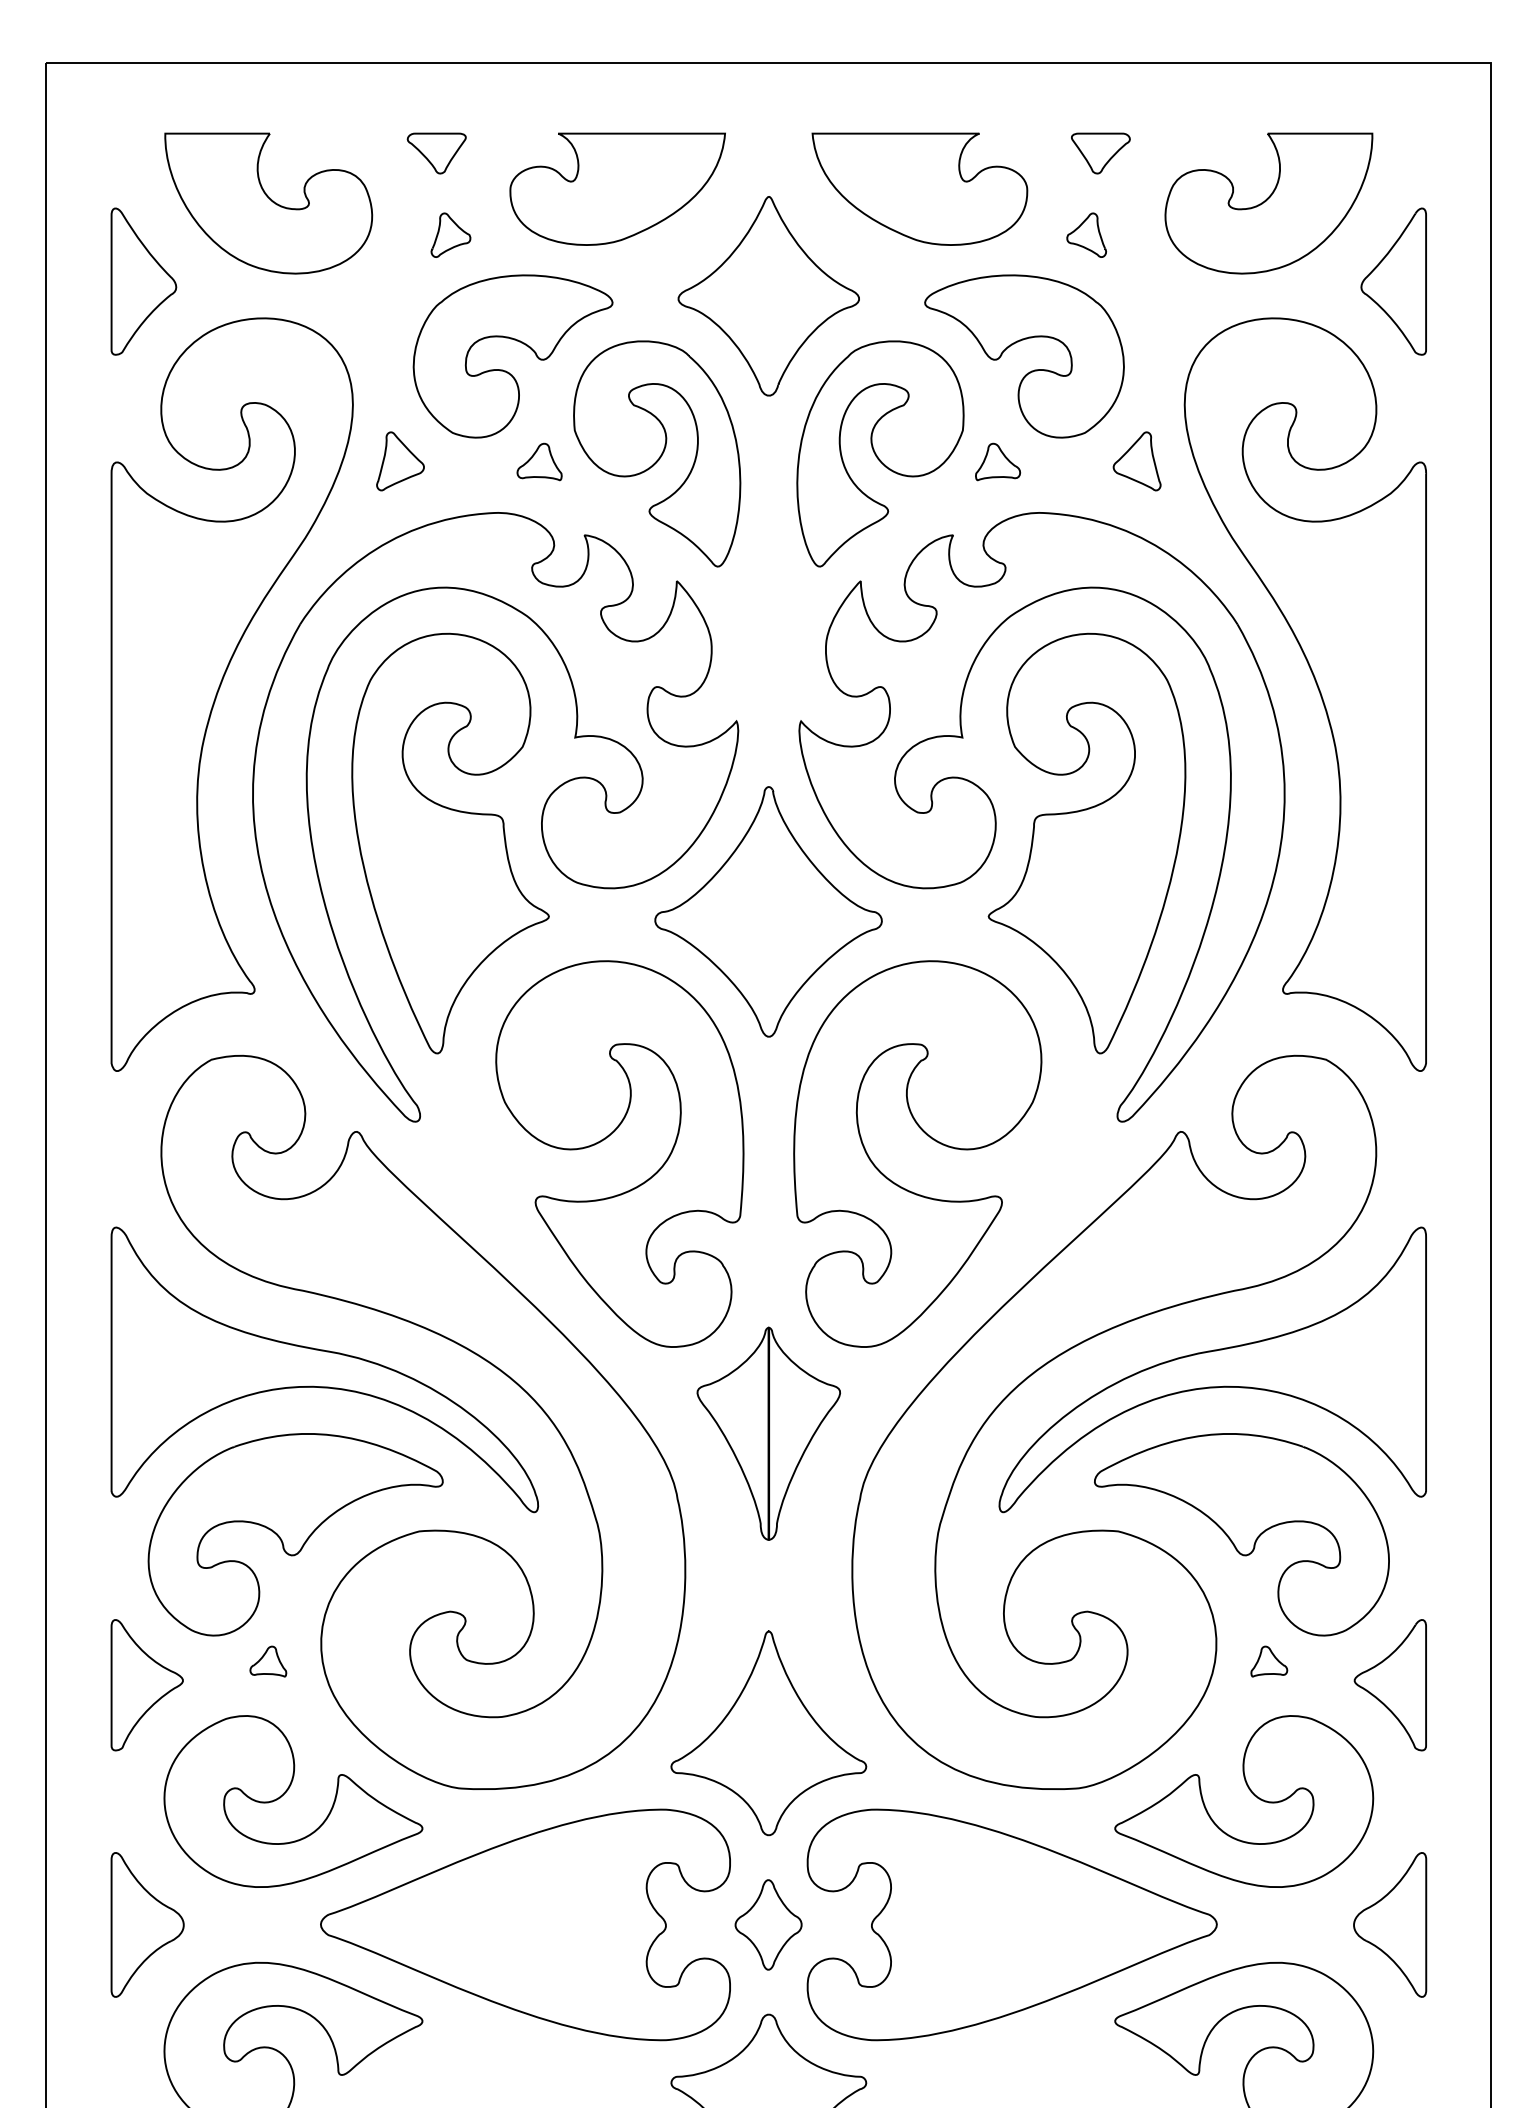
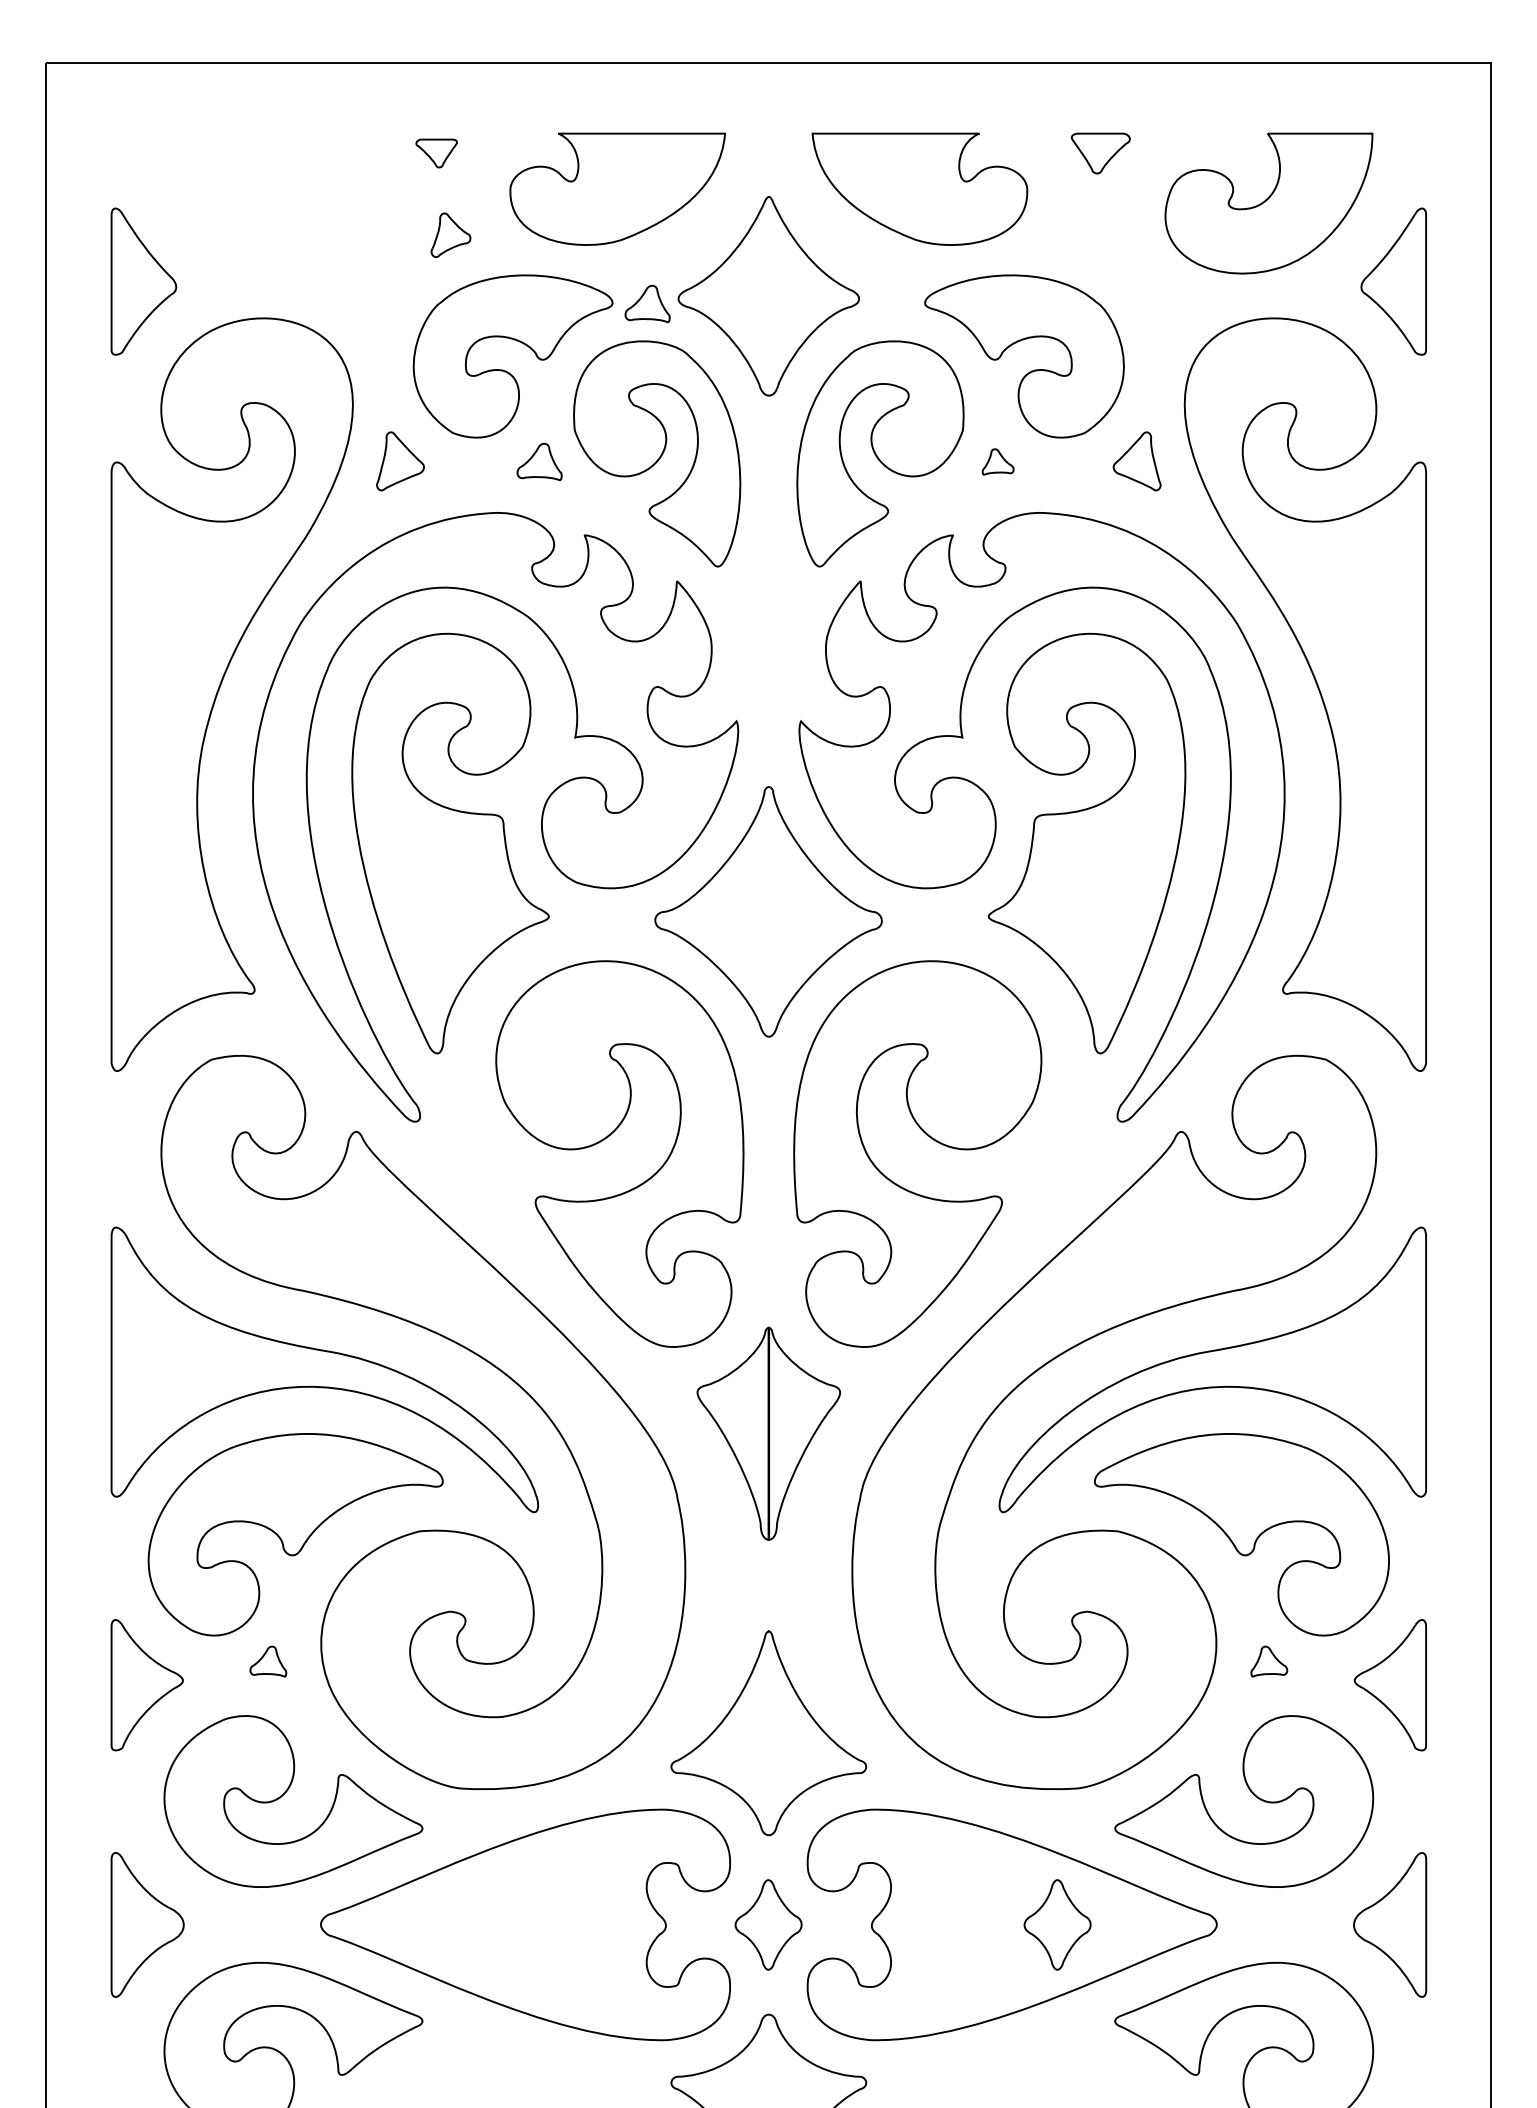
part at (436, 153) size: 61x43 px -> 43x31 px
part at (268, 203): present -> none
part at (1086, 234): present -> none
part at (647, 303): none -> present
part at (998, 461) size: 47x40 px -> 34x28 px
part at (1057, 1924): none -> present
